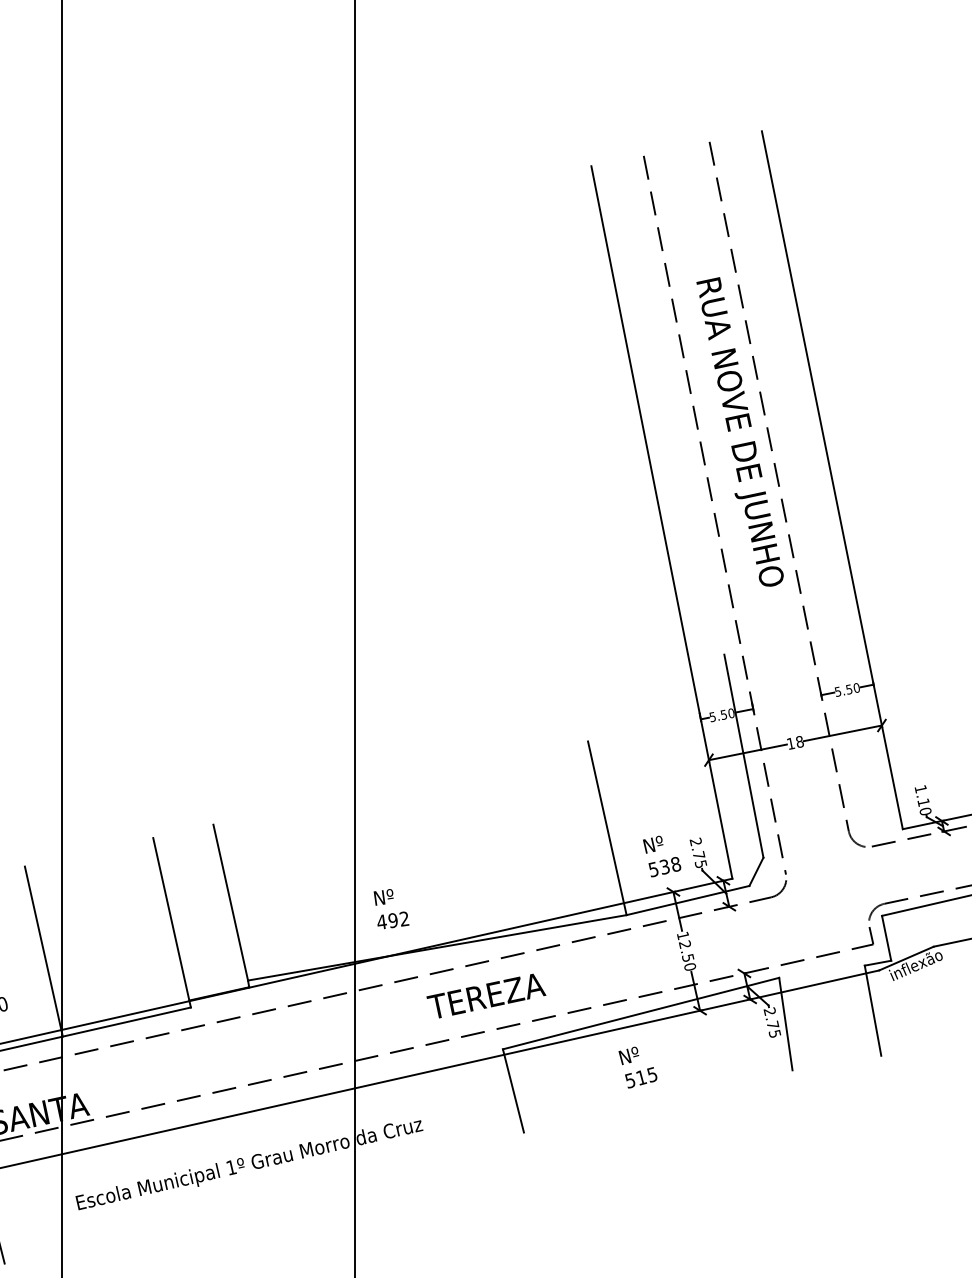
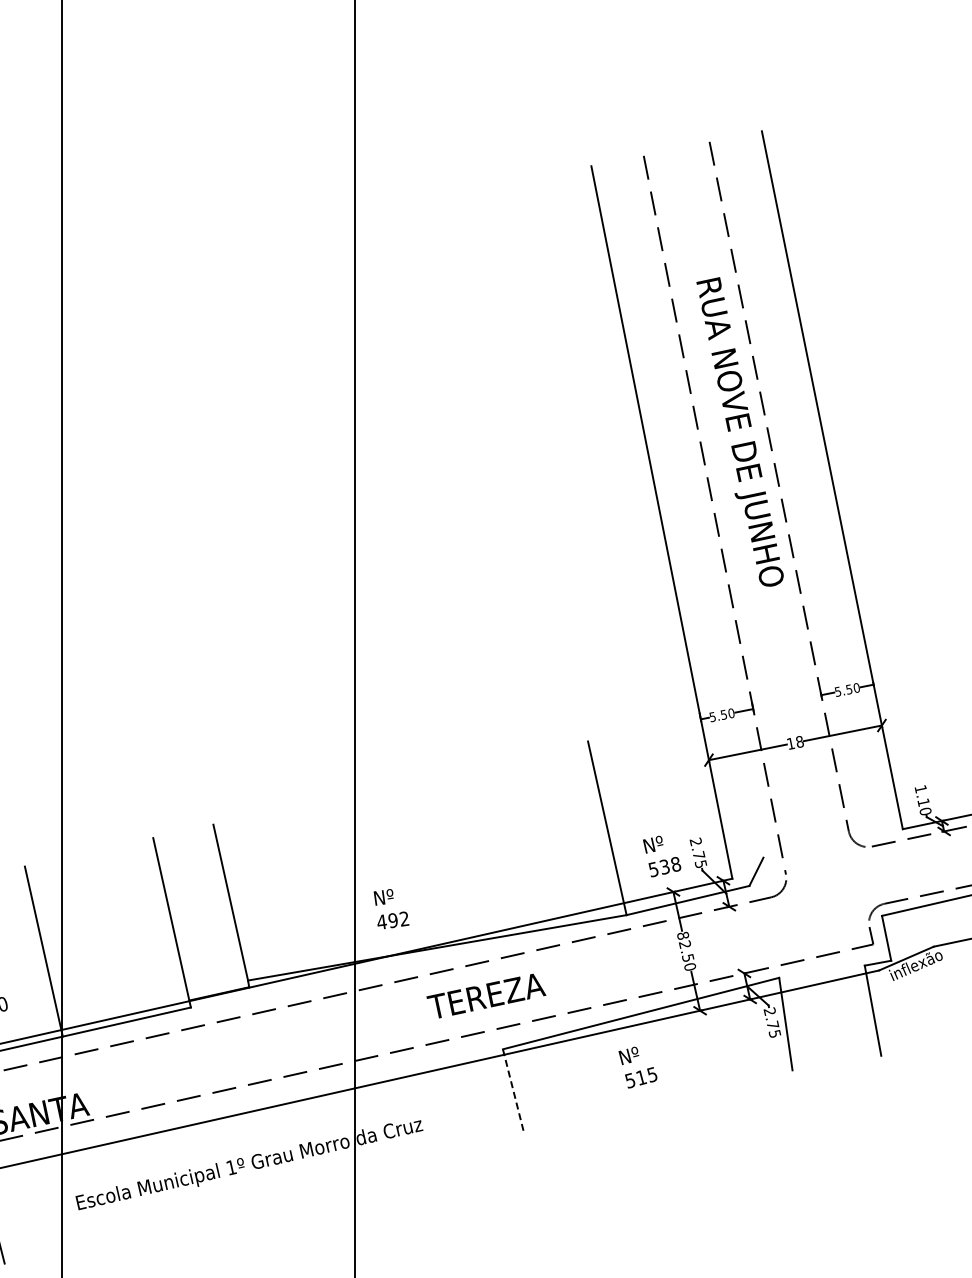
line at (743, 755): present -> none
text at (683, 935): 12.50 -> 82.50
line at (513, 1090): solid -> dashed
